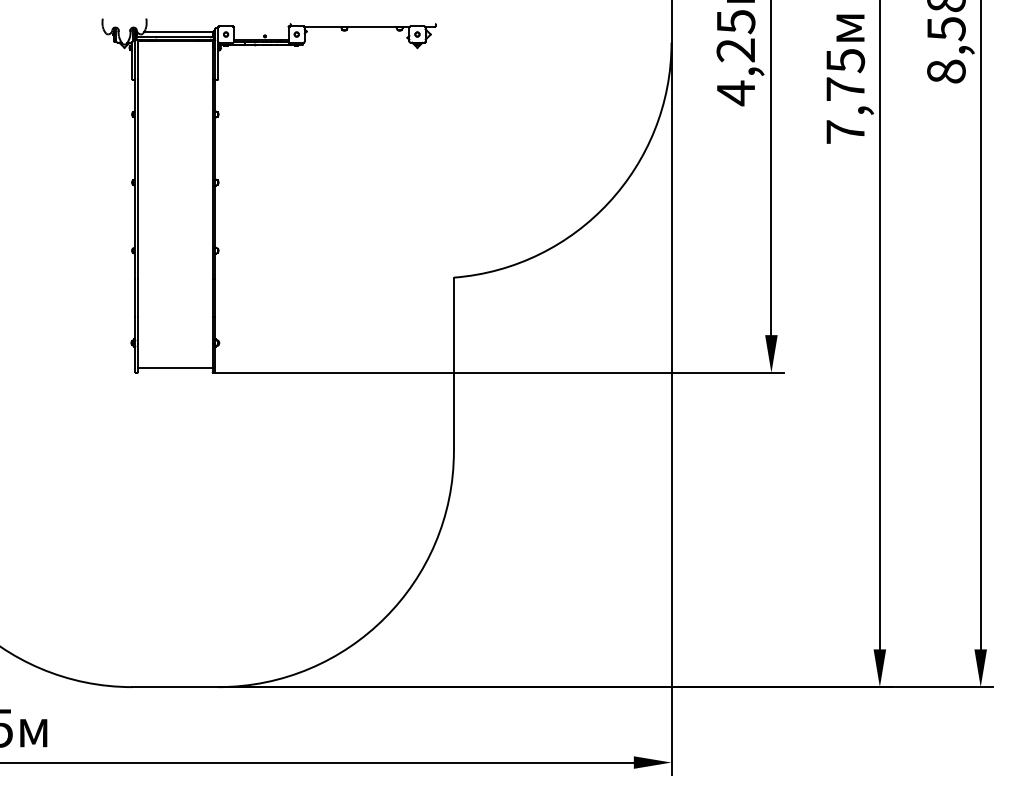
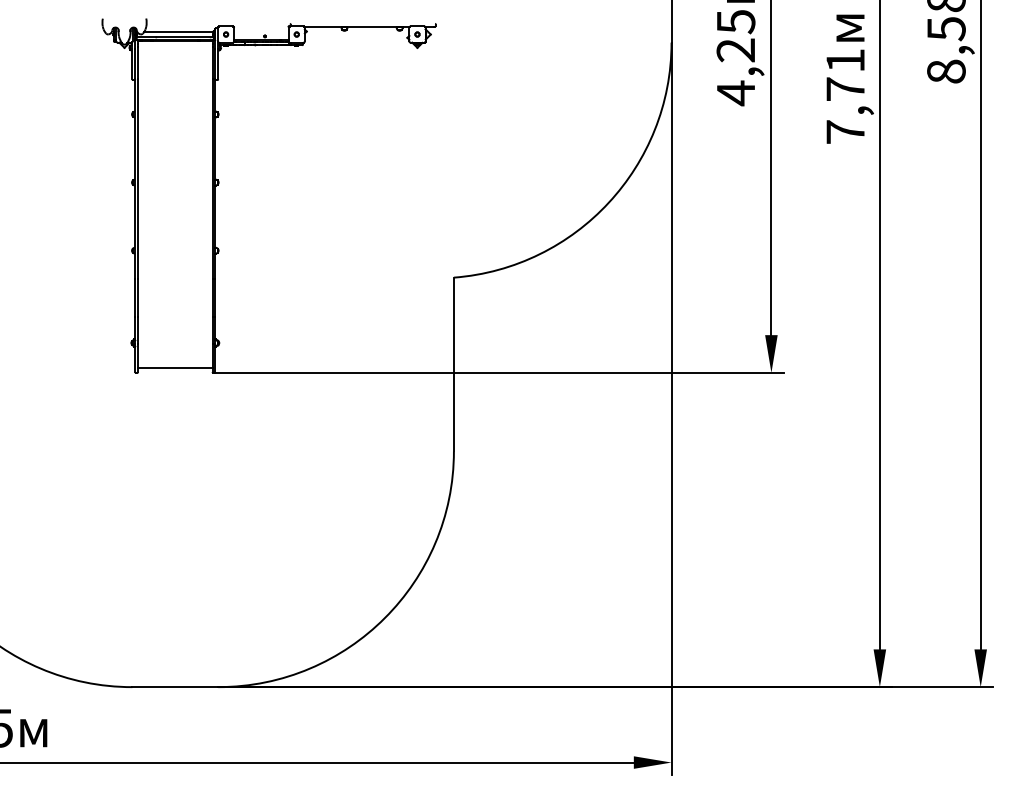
text at (845, 61): 7,75 -> 7,71
